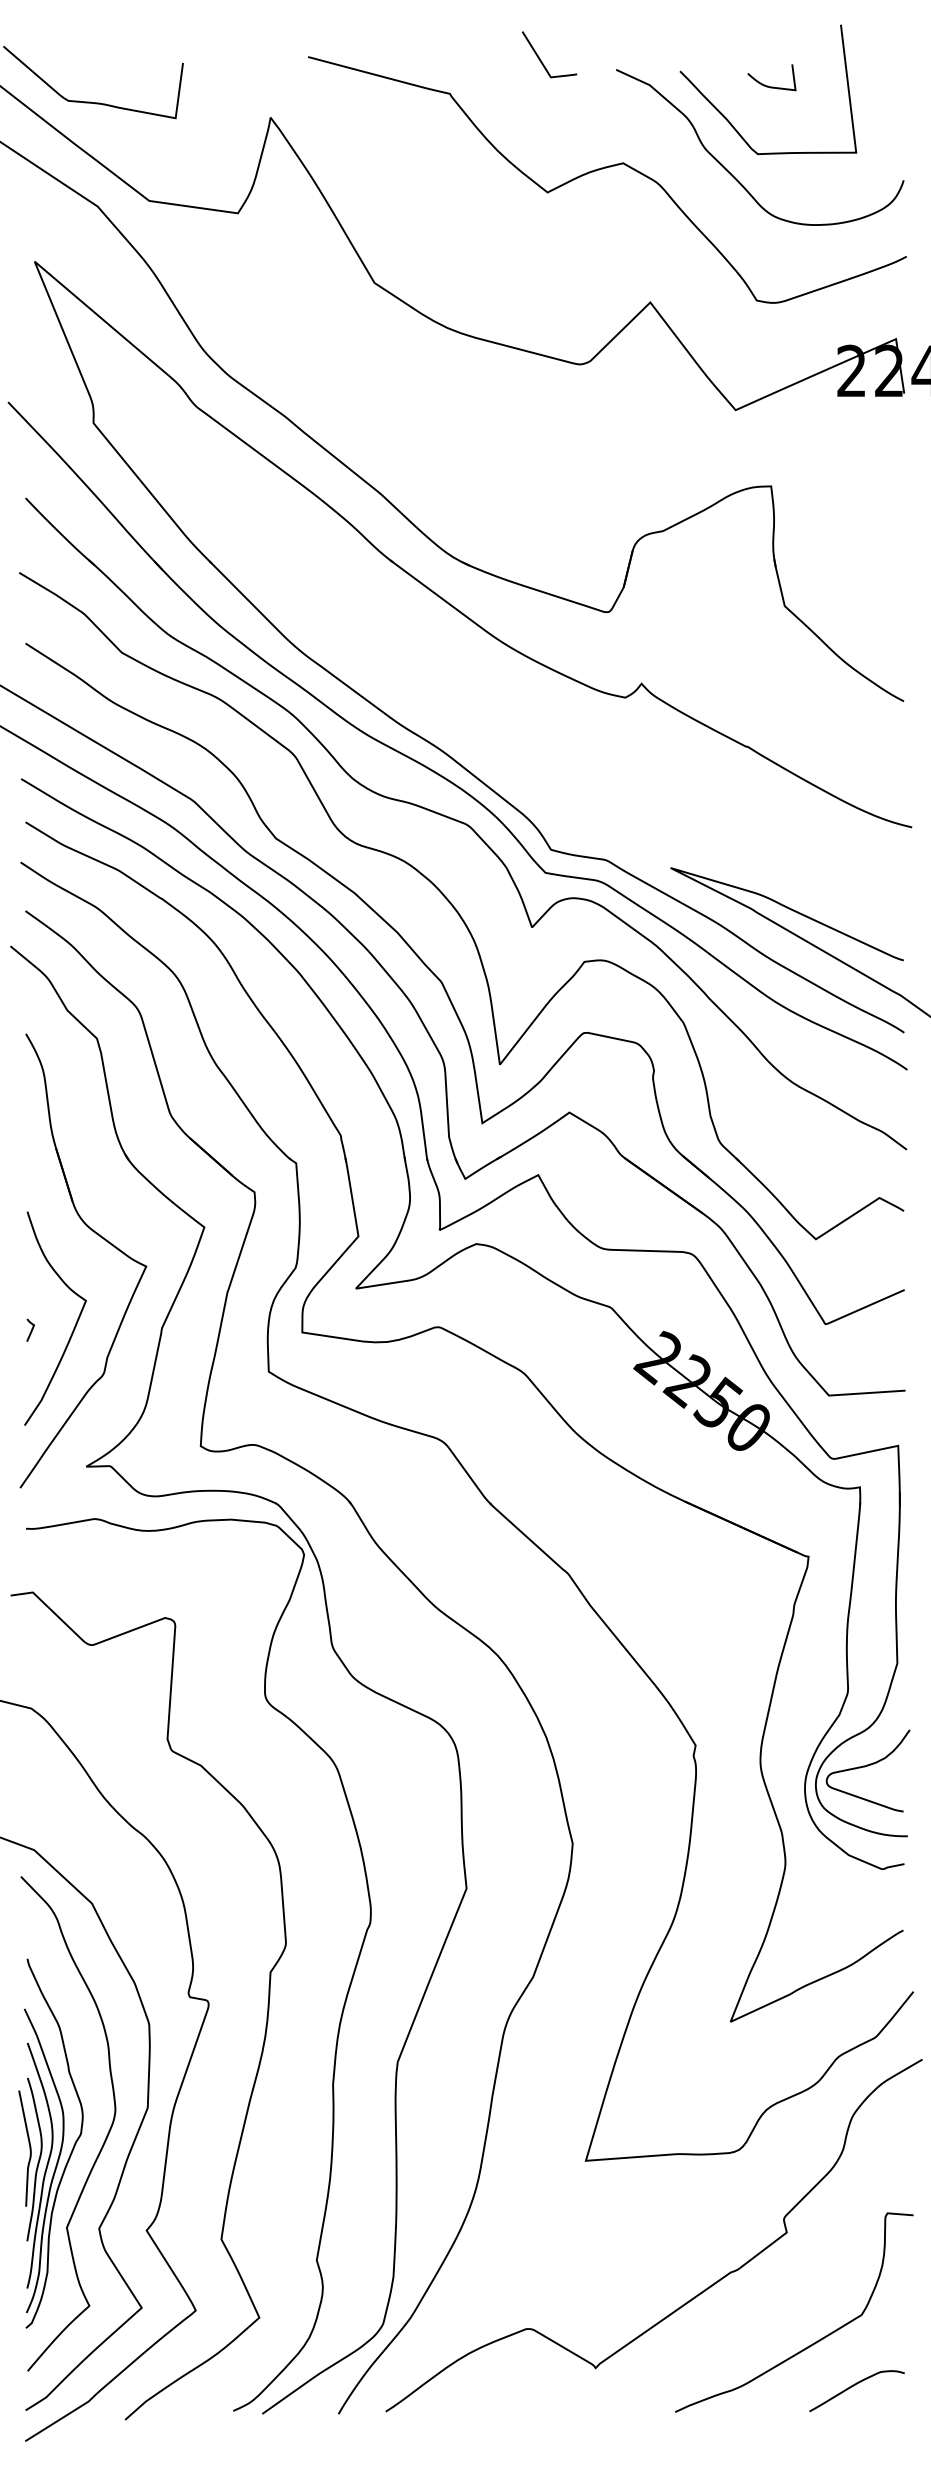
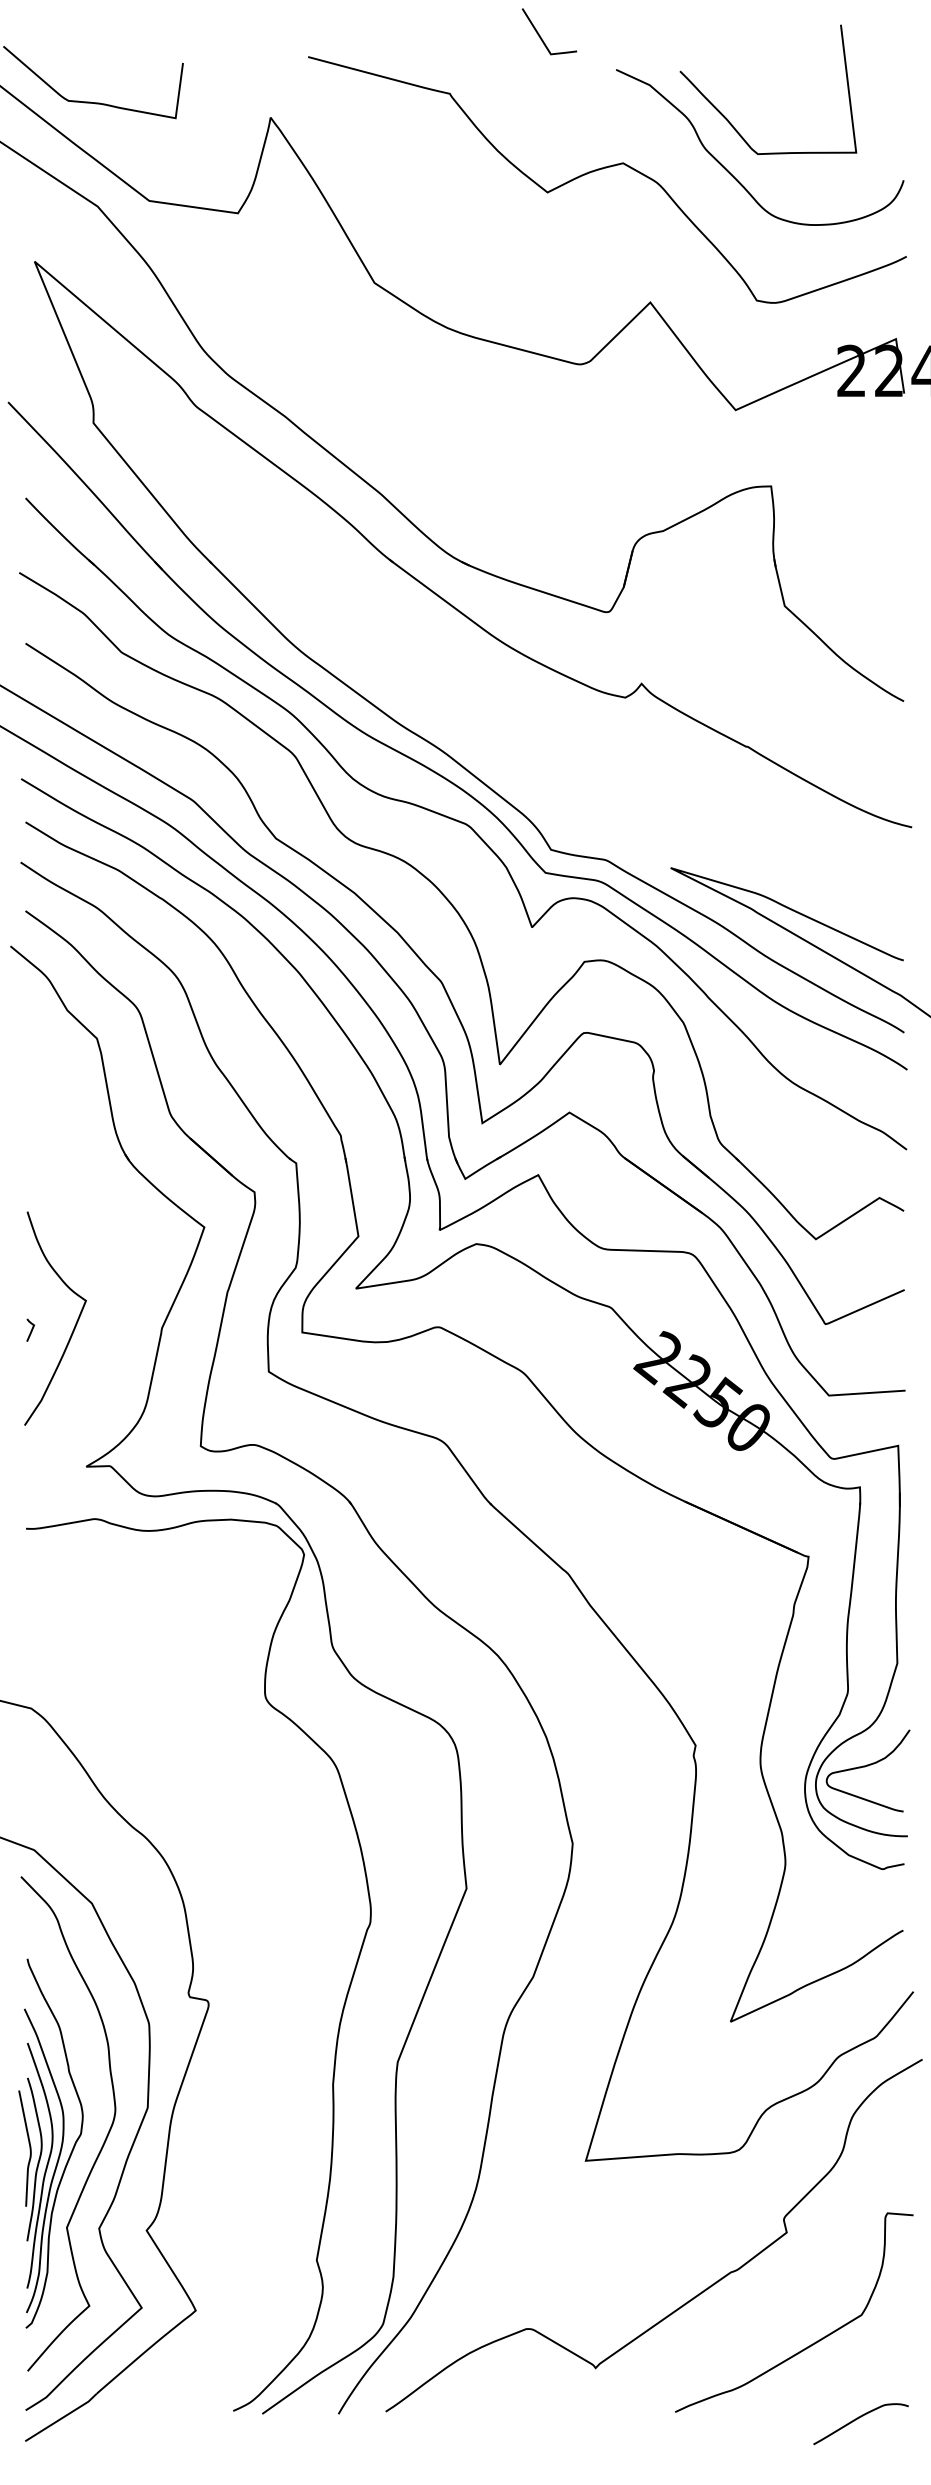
curve at (540, 58) position: (540, 58) -> (540, 35)
curve at (768, 85): present -> none
part at (101, 1238): present -> none
curve at (266, 2015): present -> none
curve at (852, 2387) position: (852, 2387) -> (856, 2420)
